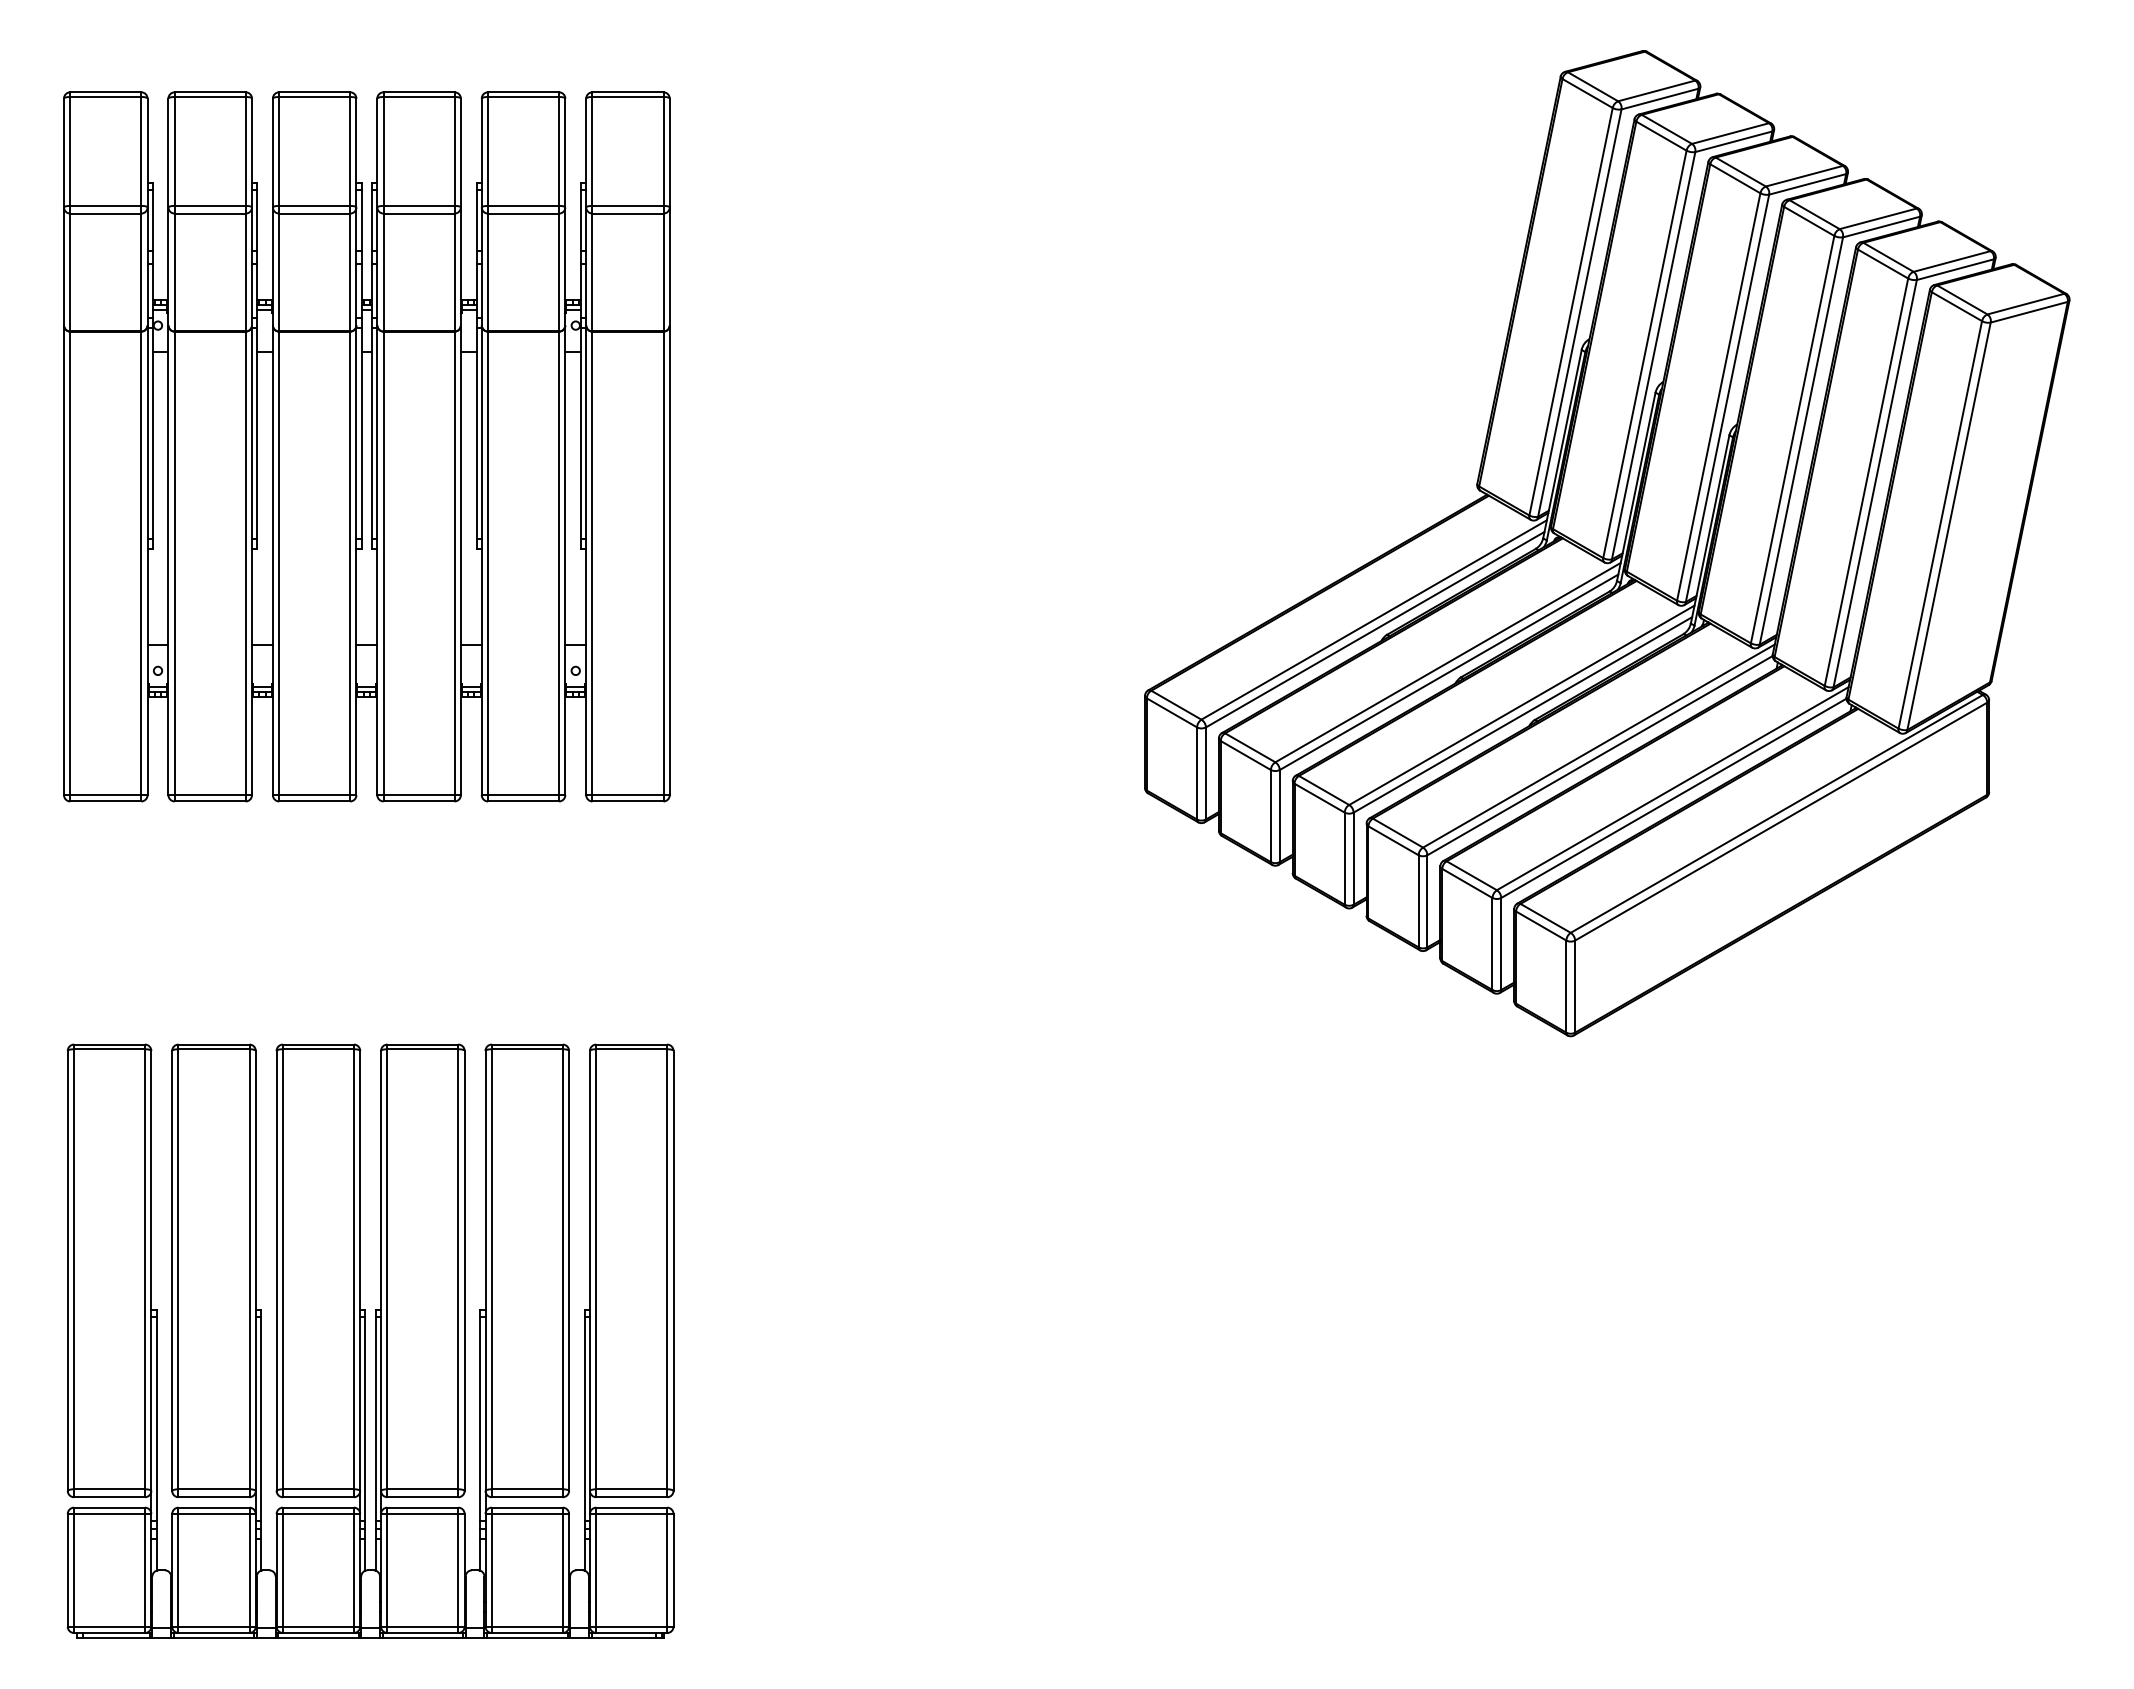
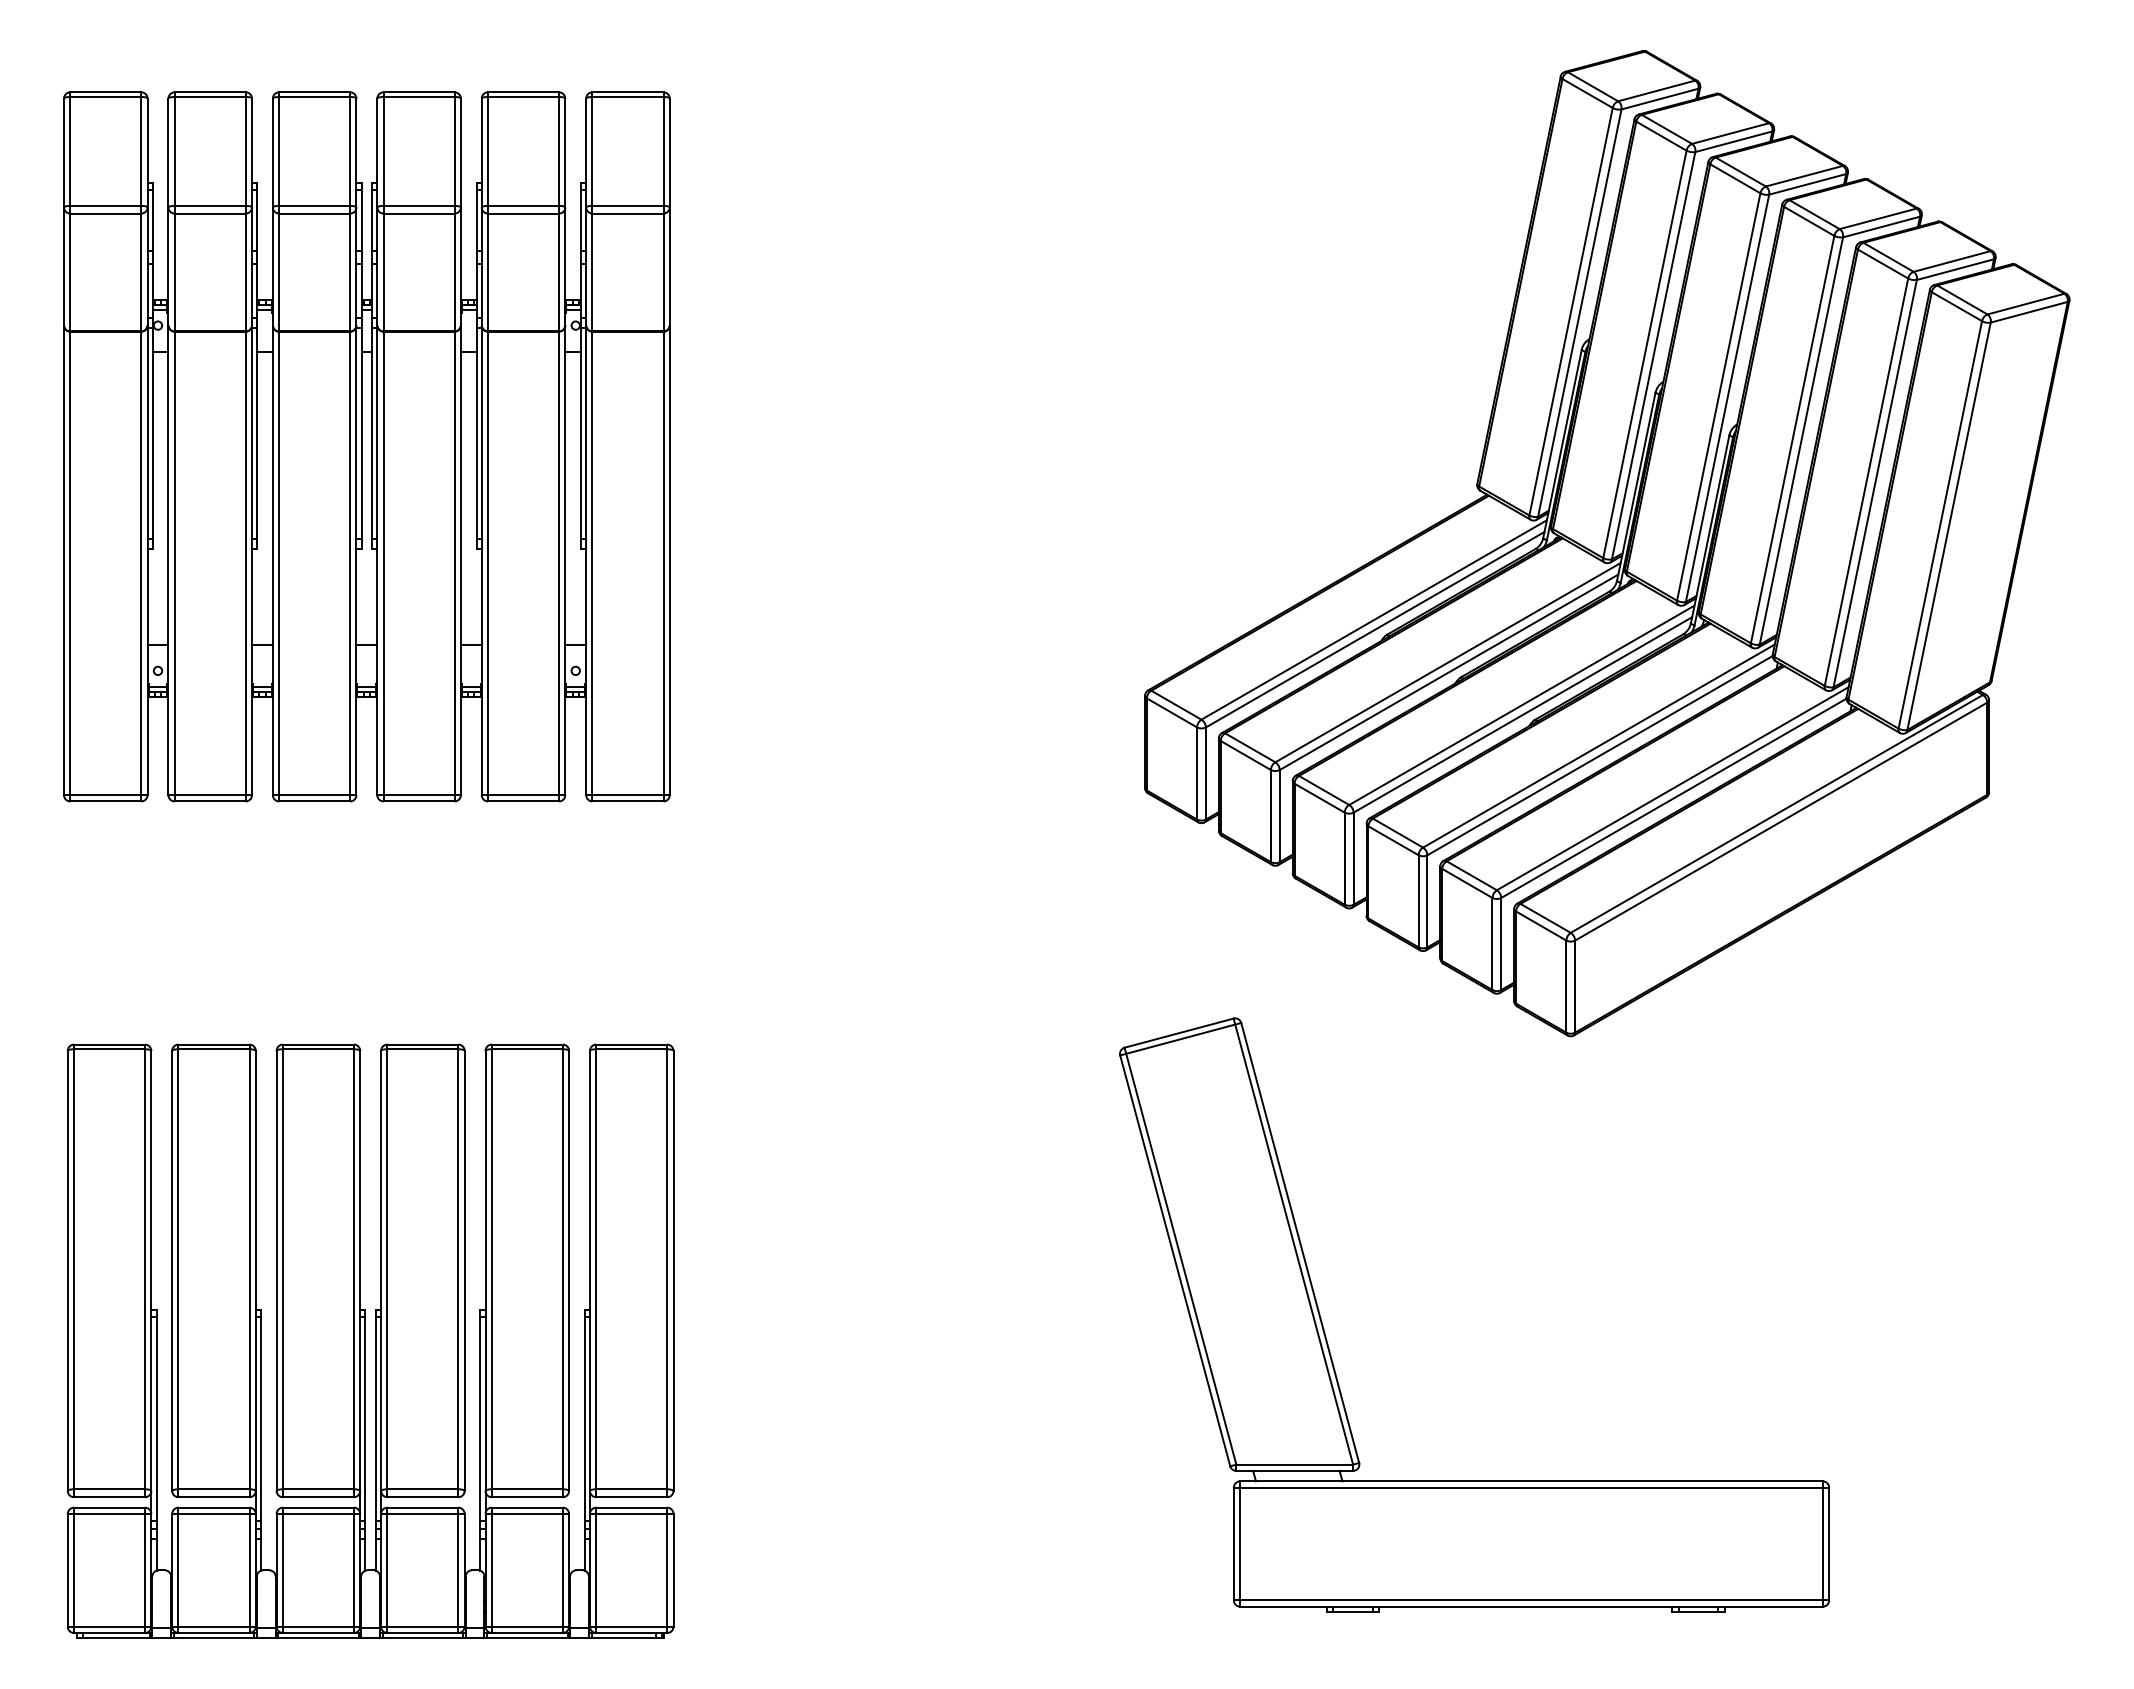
part at (1332, 1358): none -> present
